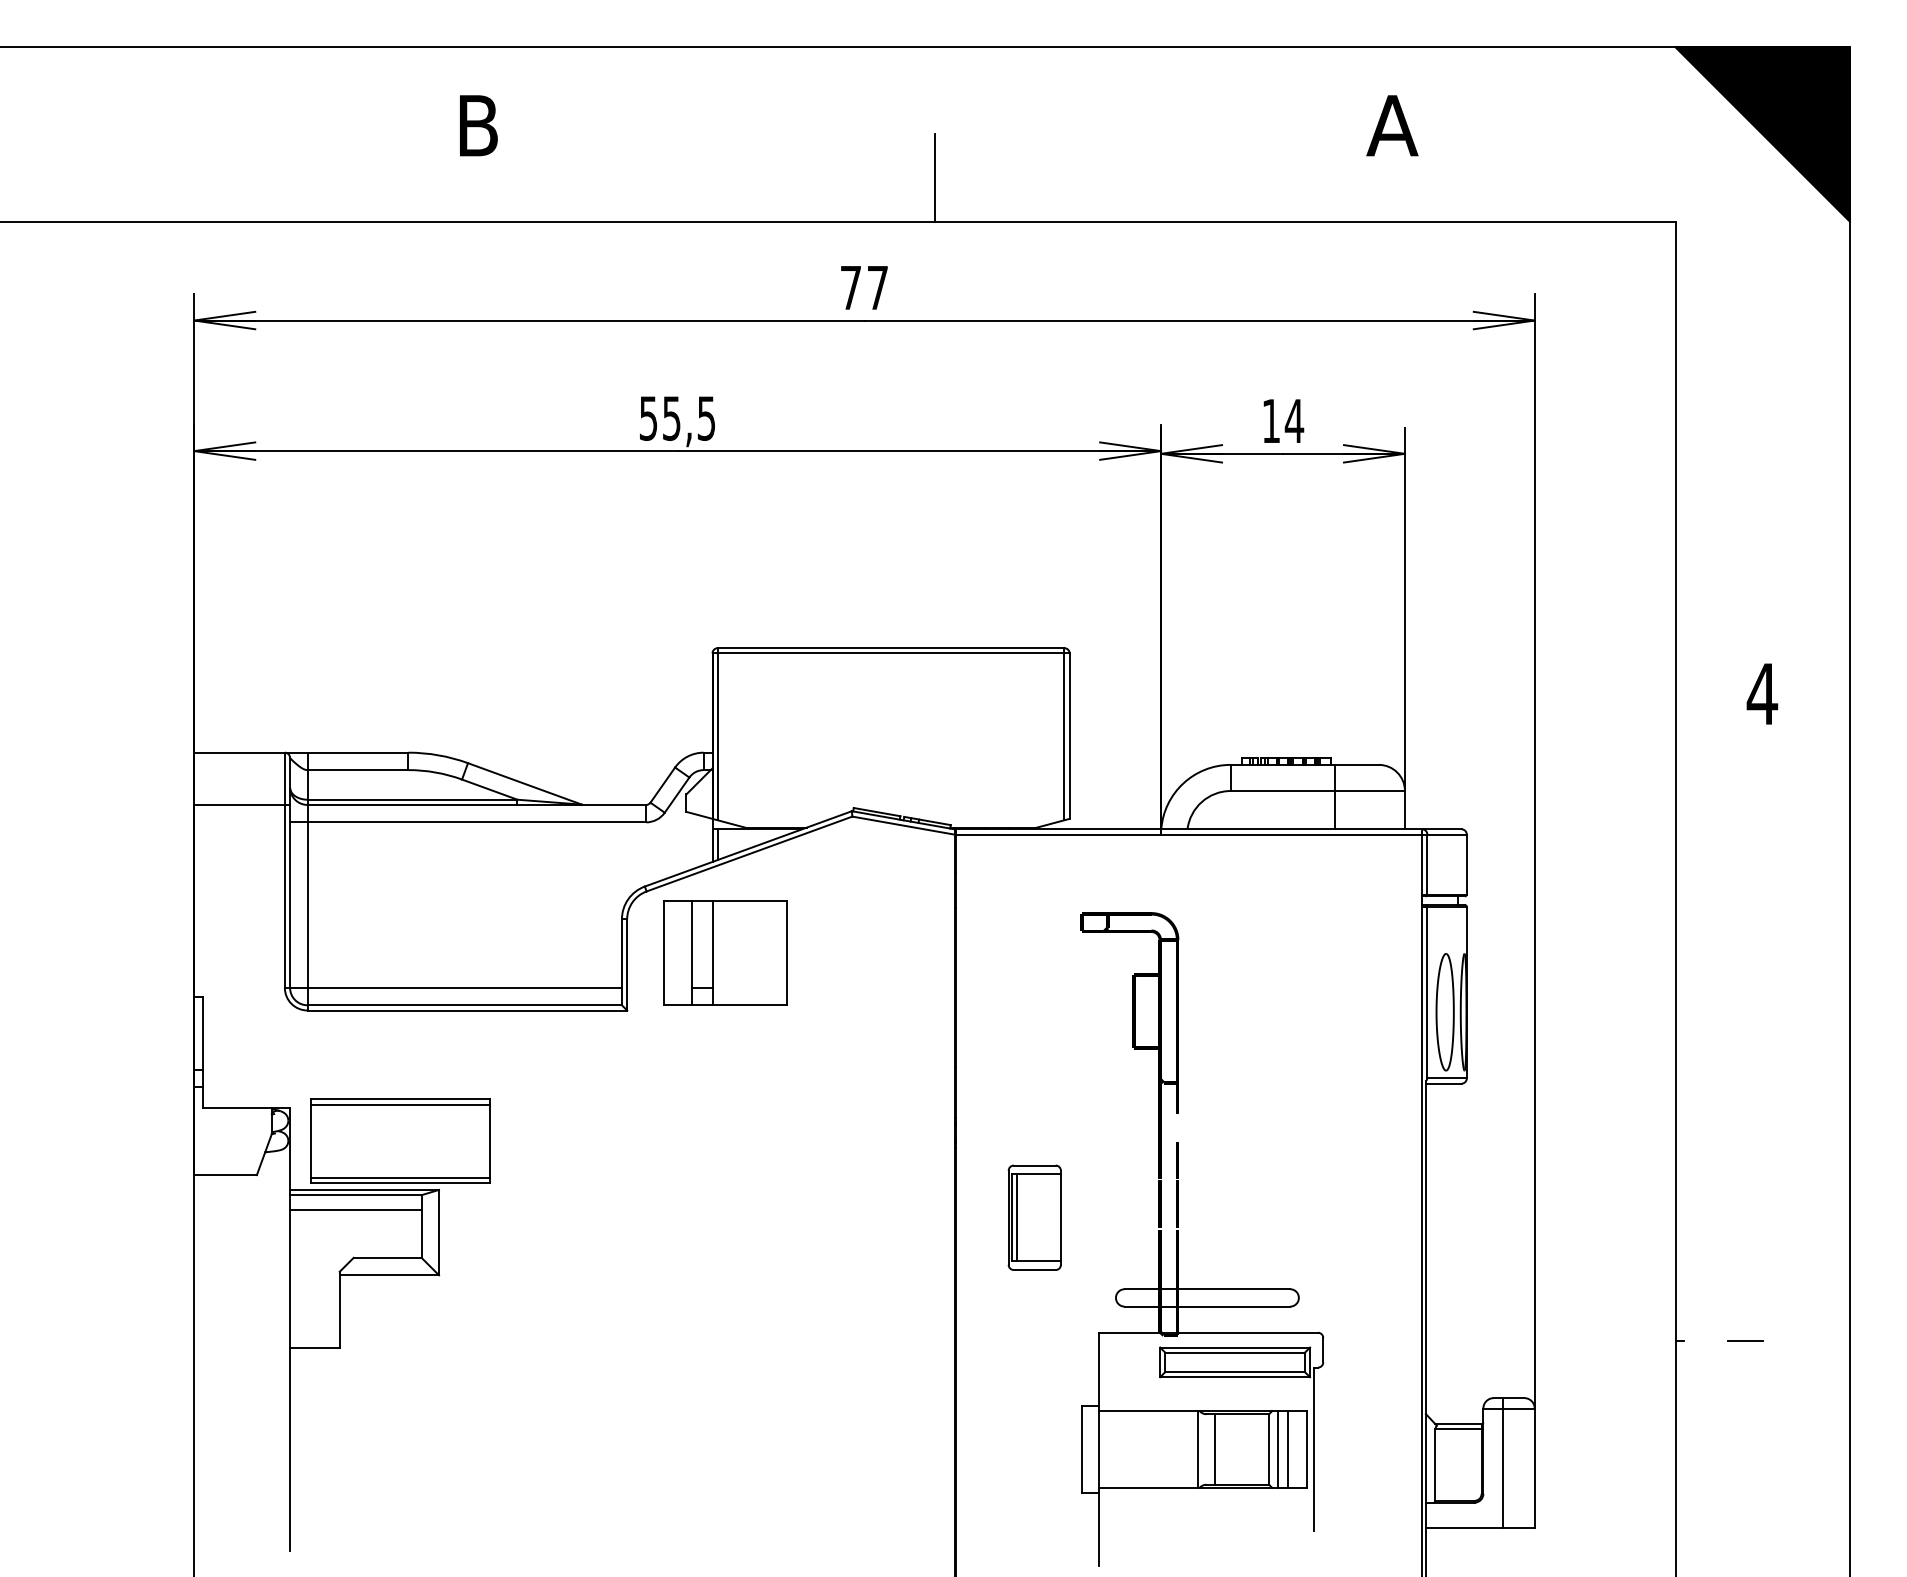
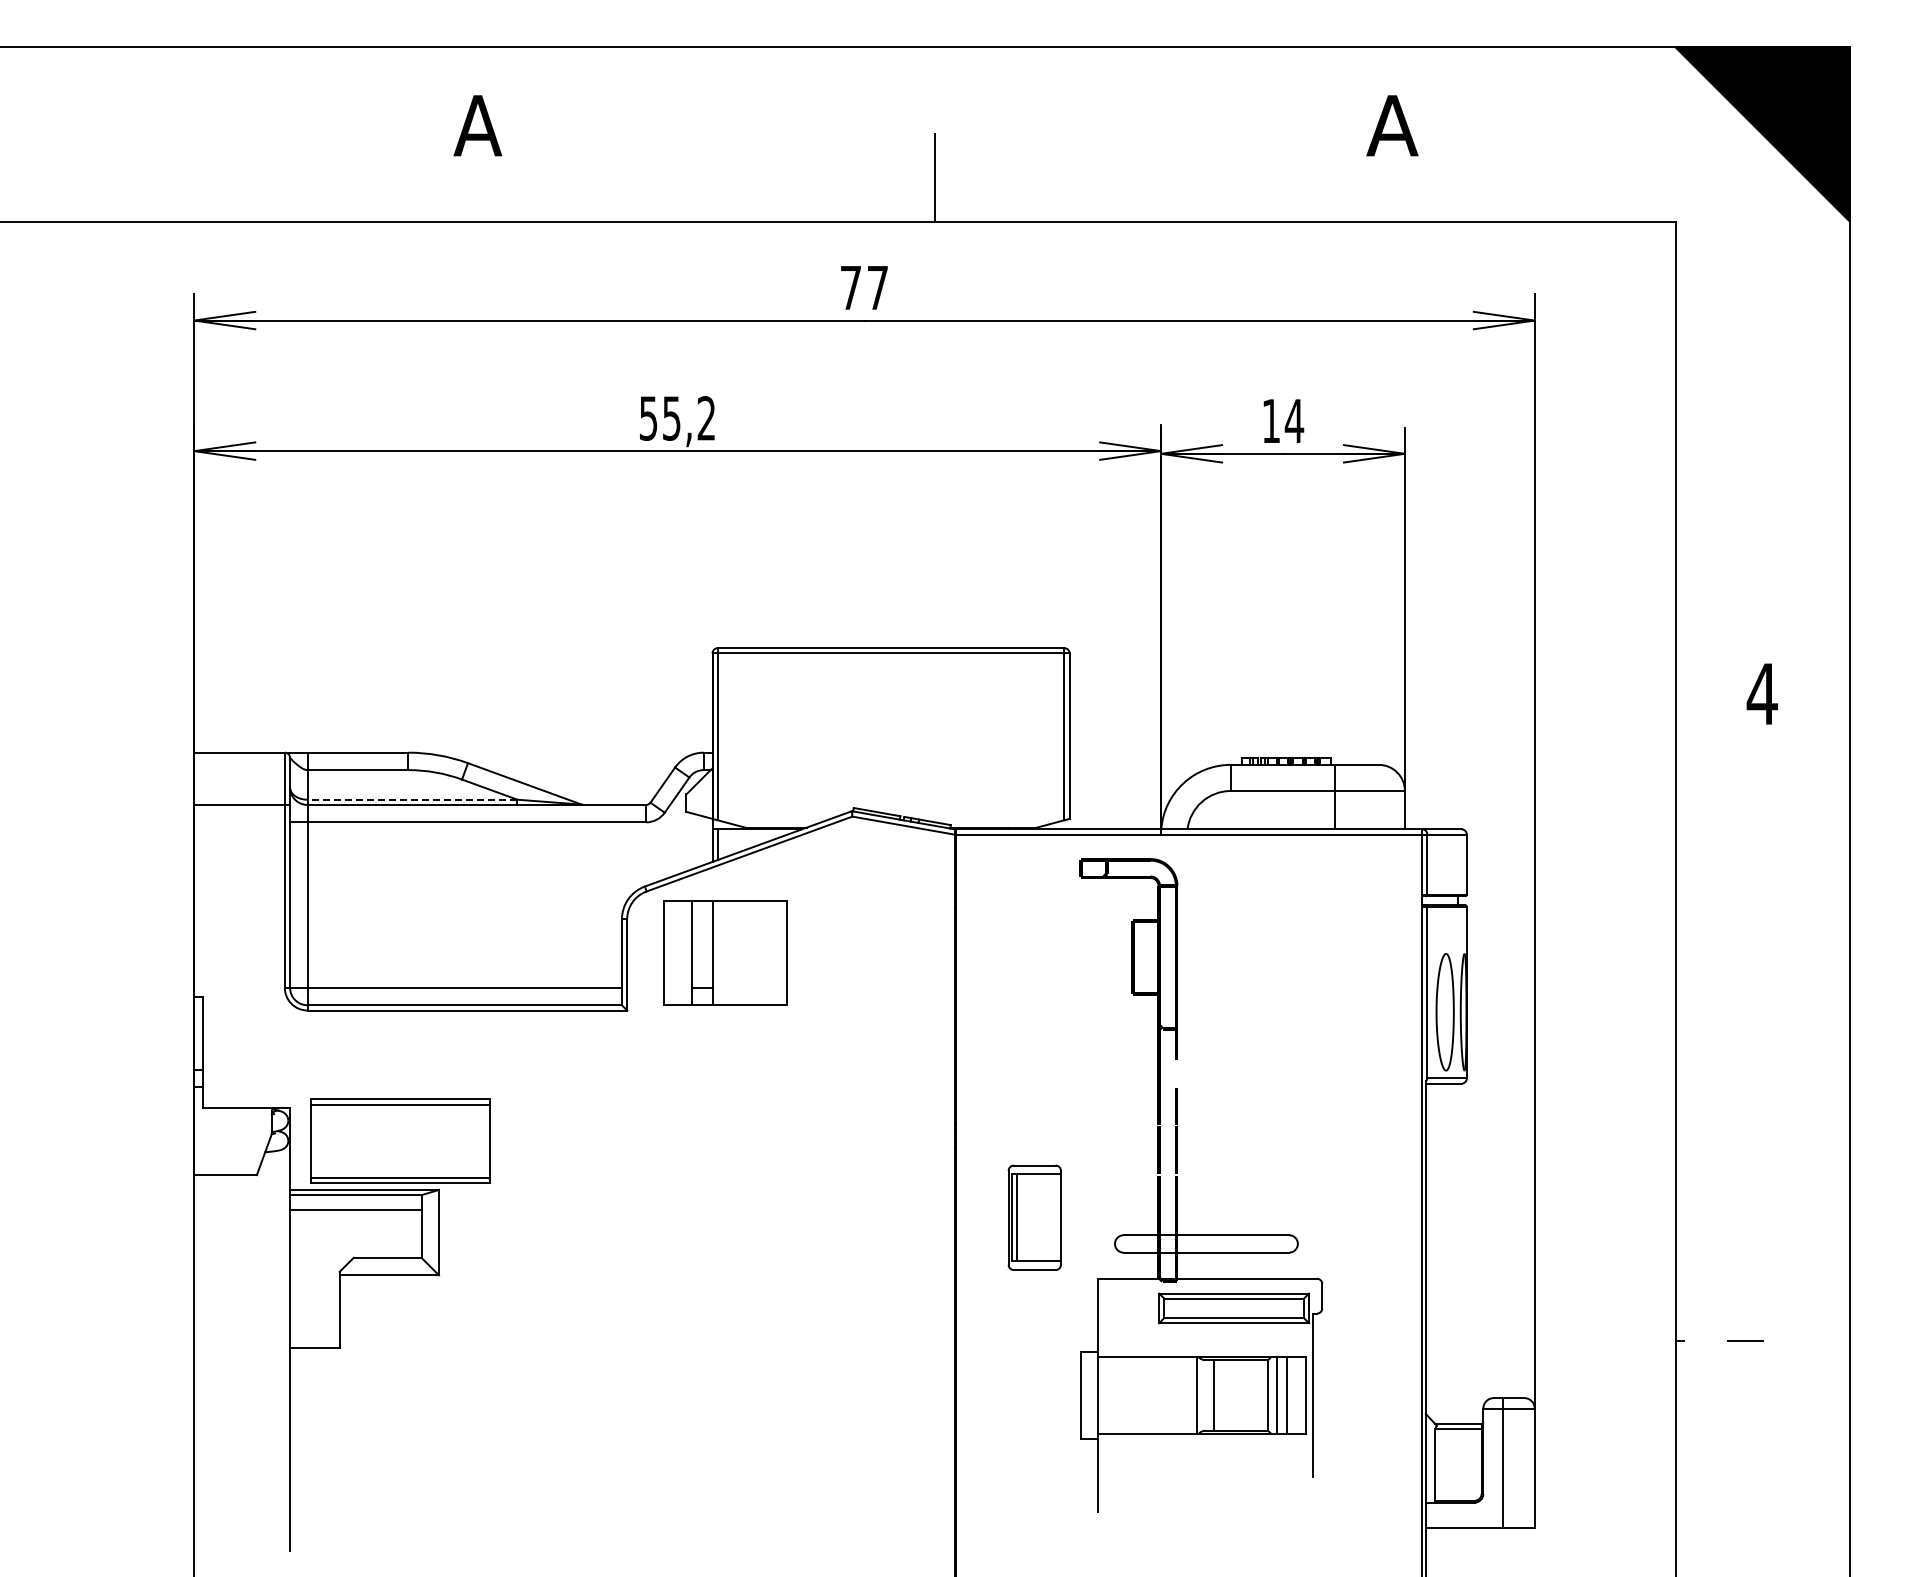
text at (477, 125): B -> A
text at (705, 418): 55,5 -> 55,2
line at (412, 799): solid -> dashed
part at (1178, 1239) position: (1178, 1239) -> (1177, 1185)
